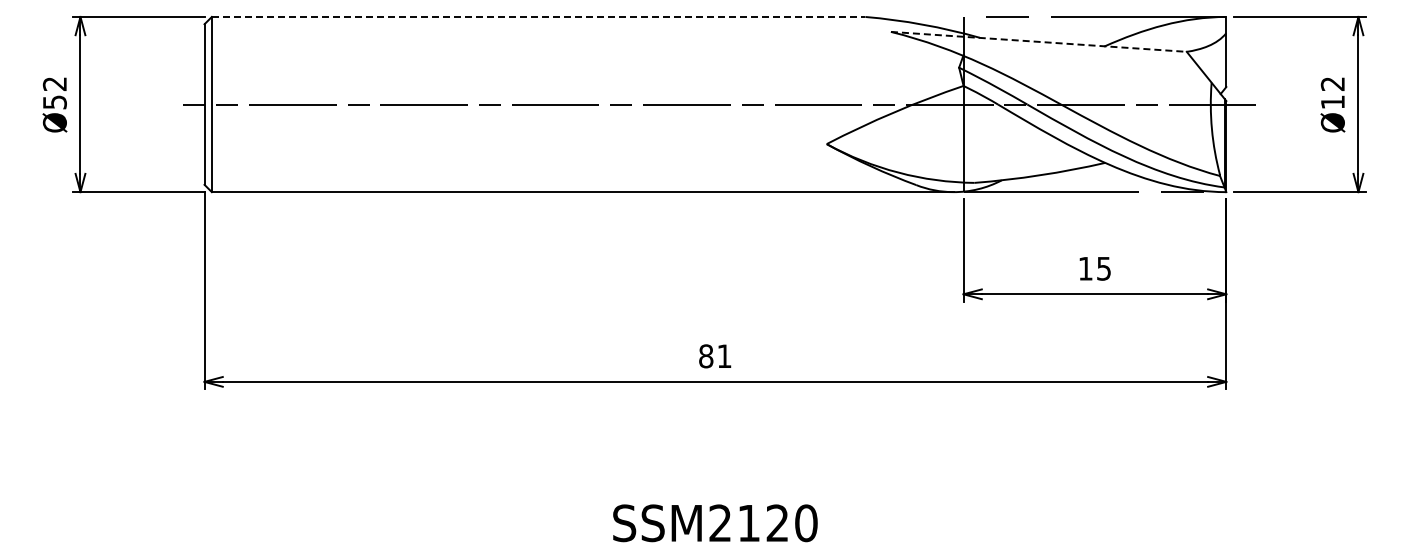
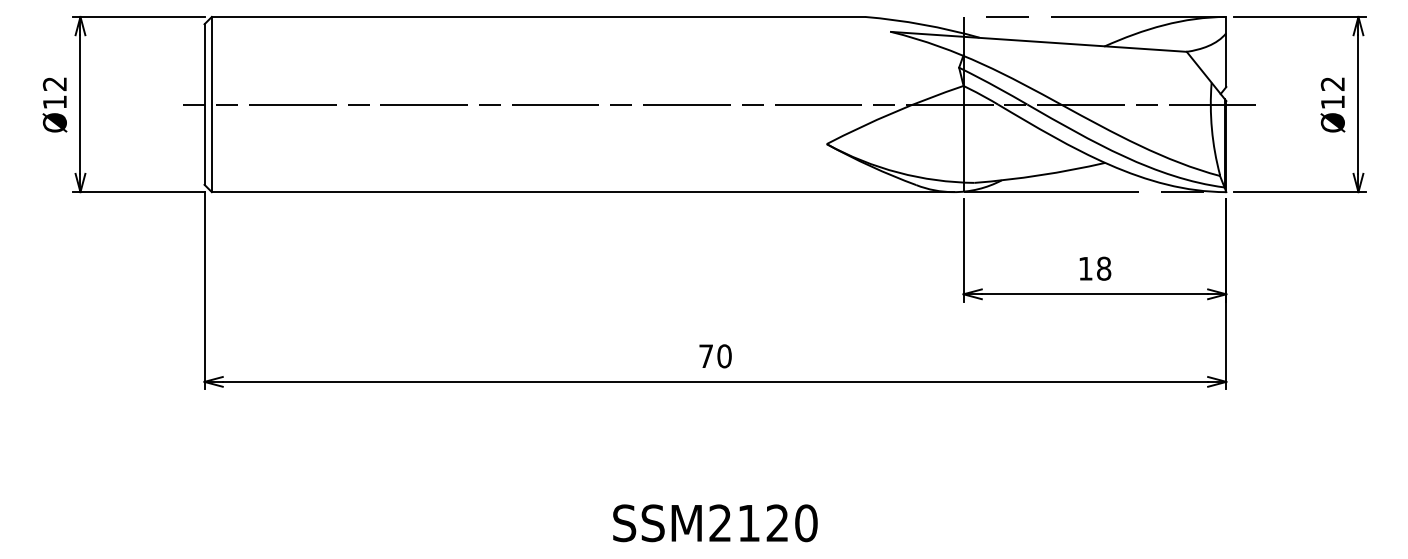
line at (538, 16): dashed -> solid
line at (1039, 41): dashed -> solid
text at (54, 102): Ø52 -> Ø12
text at (1104, 268): 15 -> 18
text at (715, 356): 81 -> 70
